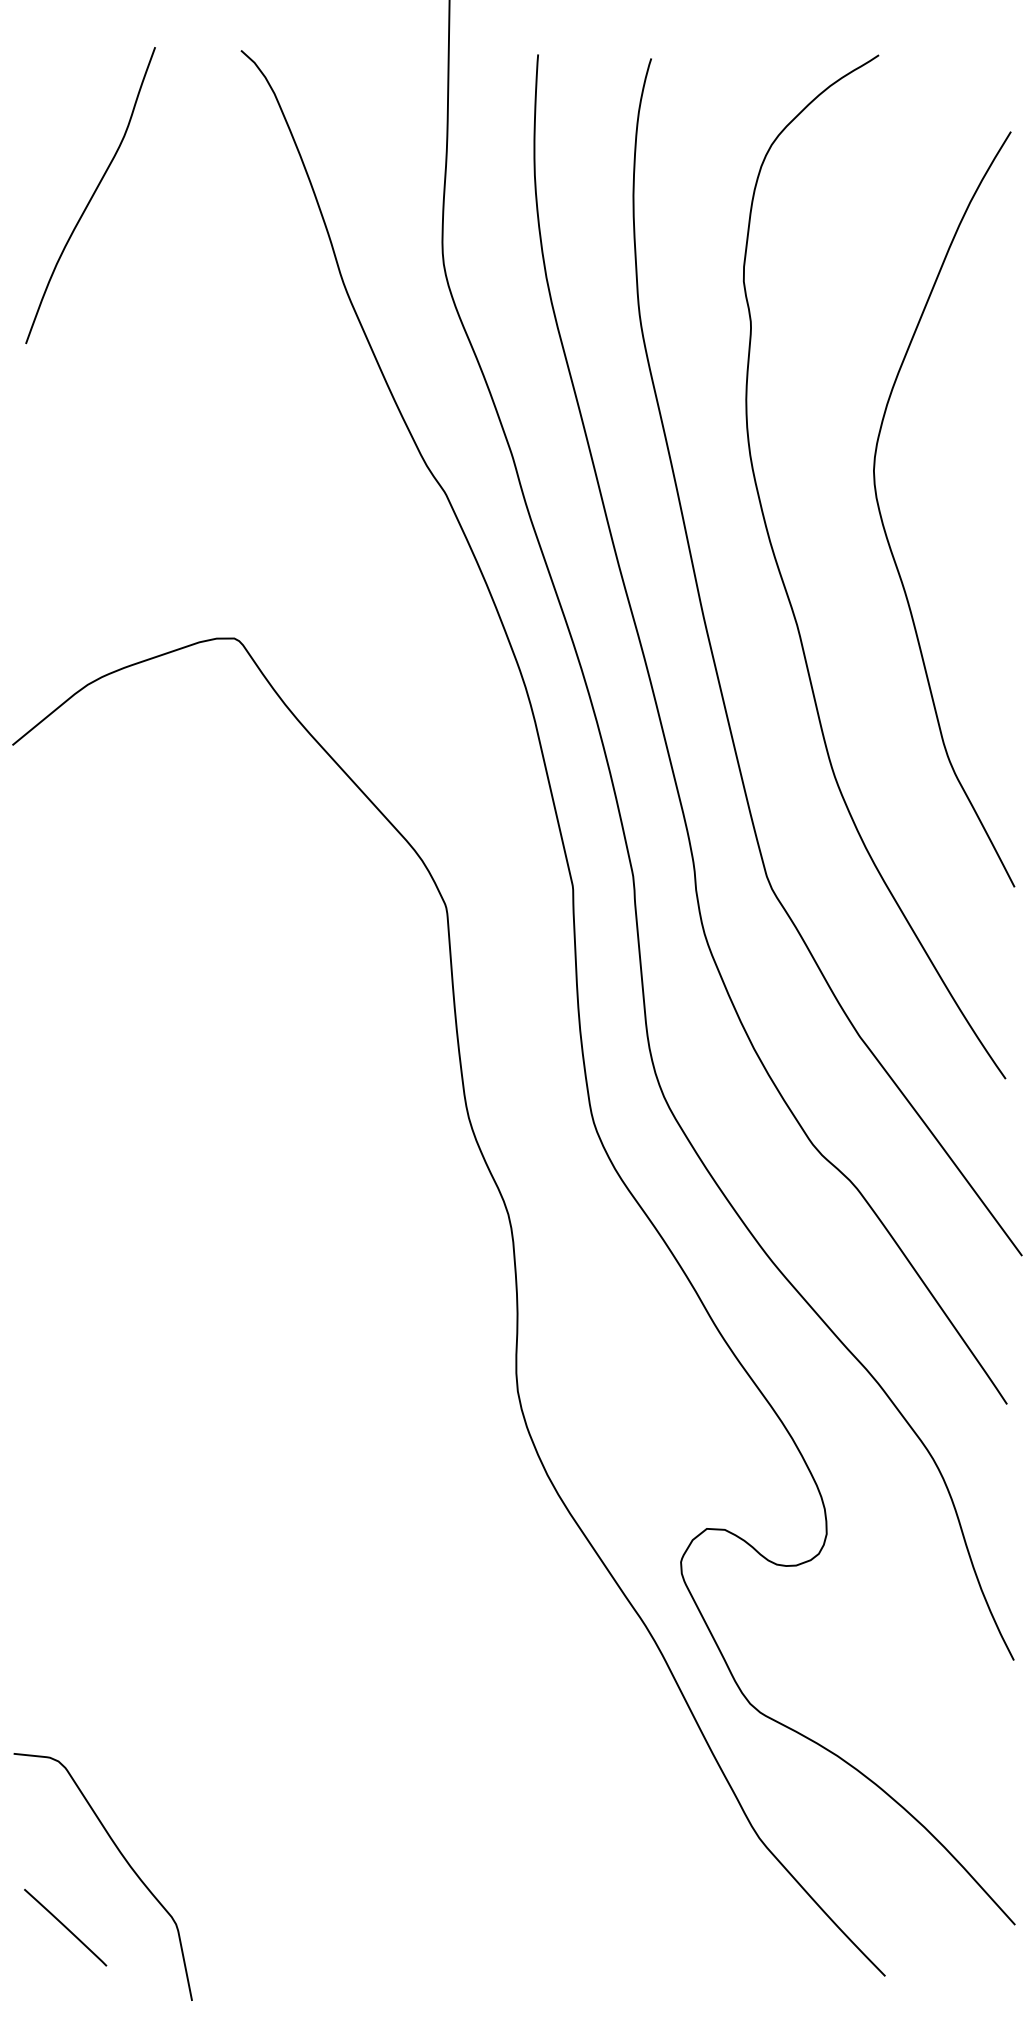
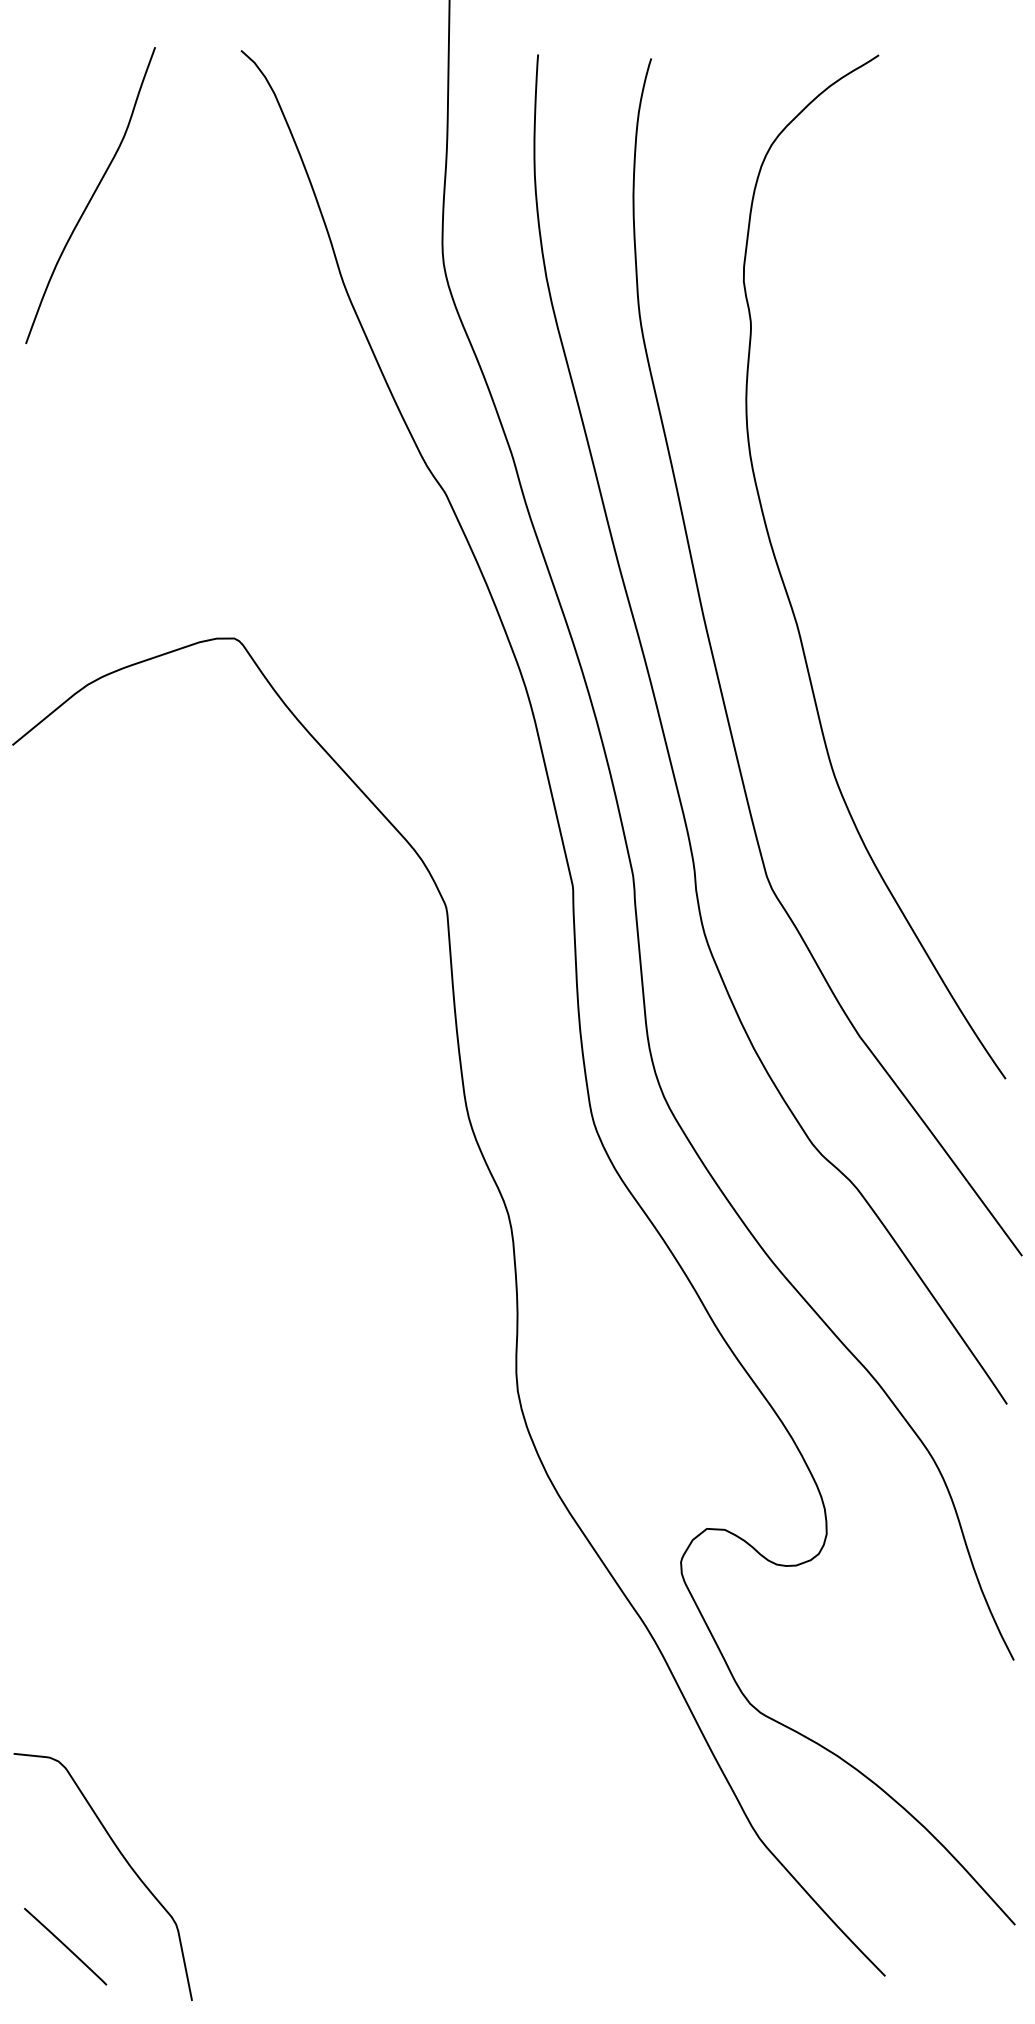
curve at (884, 525): present -> none
line at (65, 1927) position: (65, 1927) -> (65, 1946)
